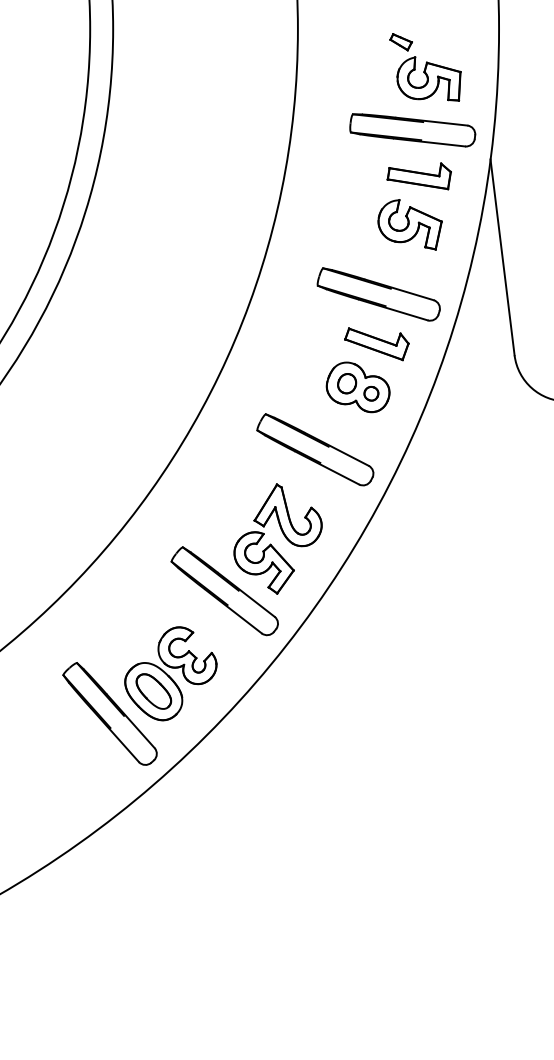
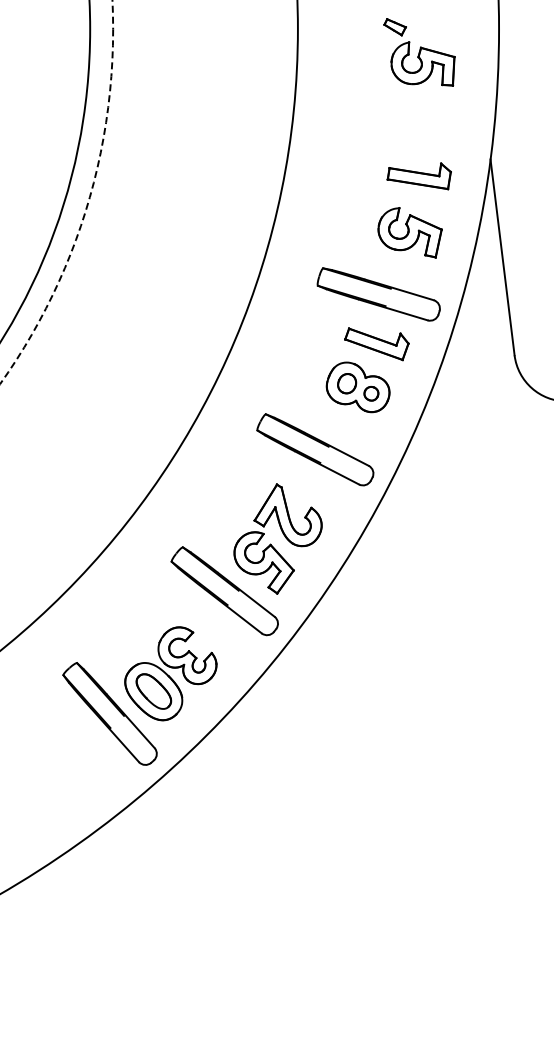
part at (425, 67) position: (425, 67) -> (419, 52)
part at (412, 130): present -> none
circle at (56, 192): solid -> dashed
part at (409, 224) position: (409, 224) -> (409, 232)
